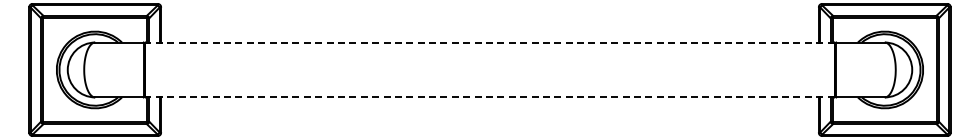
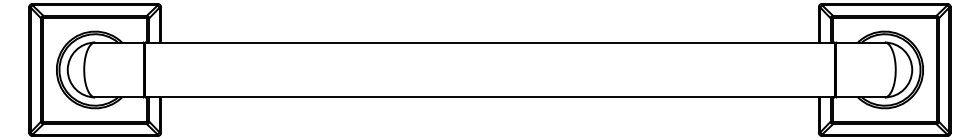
line at (490, 42): dashed -> solid
line at (490, 97): dashed -> solid
